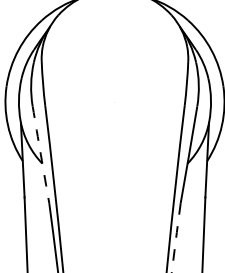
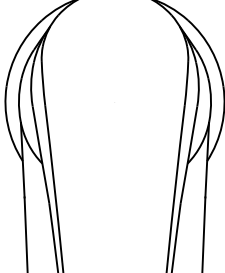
arc at (40, 154): dashed -> solid
arc at (176, 238): dashed -> solid
